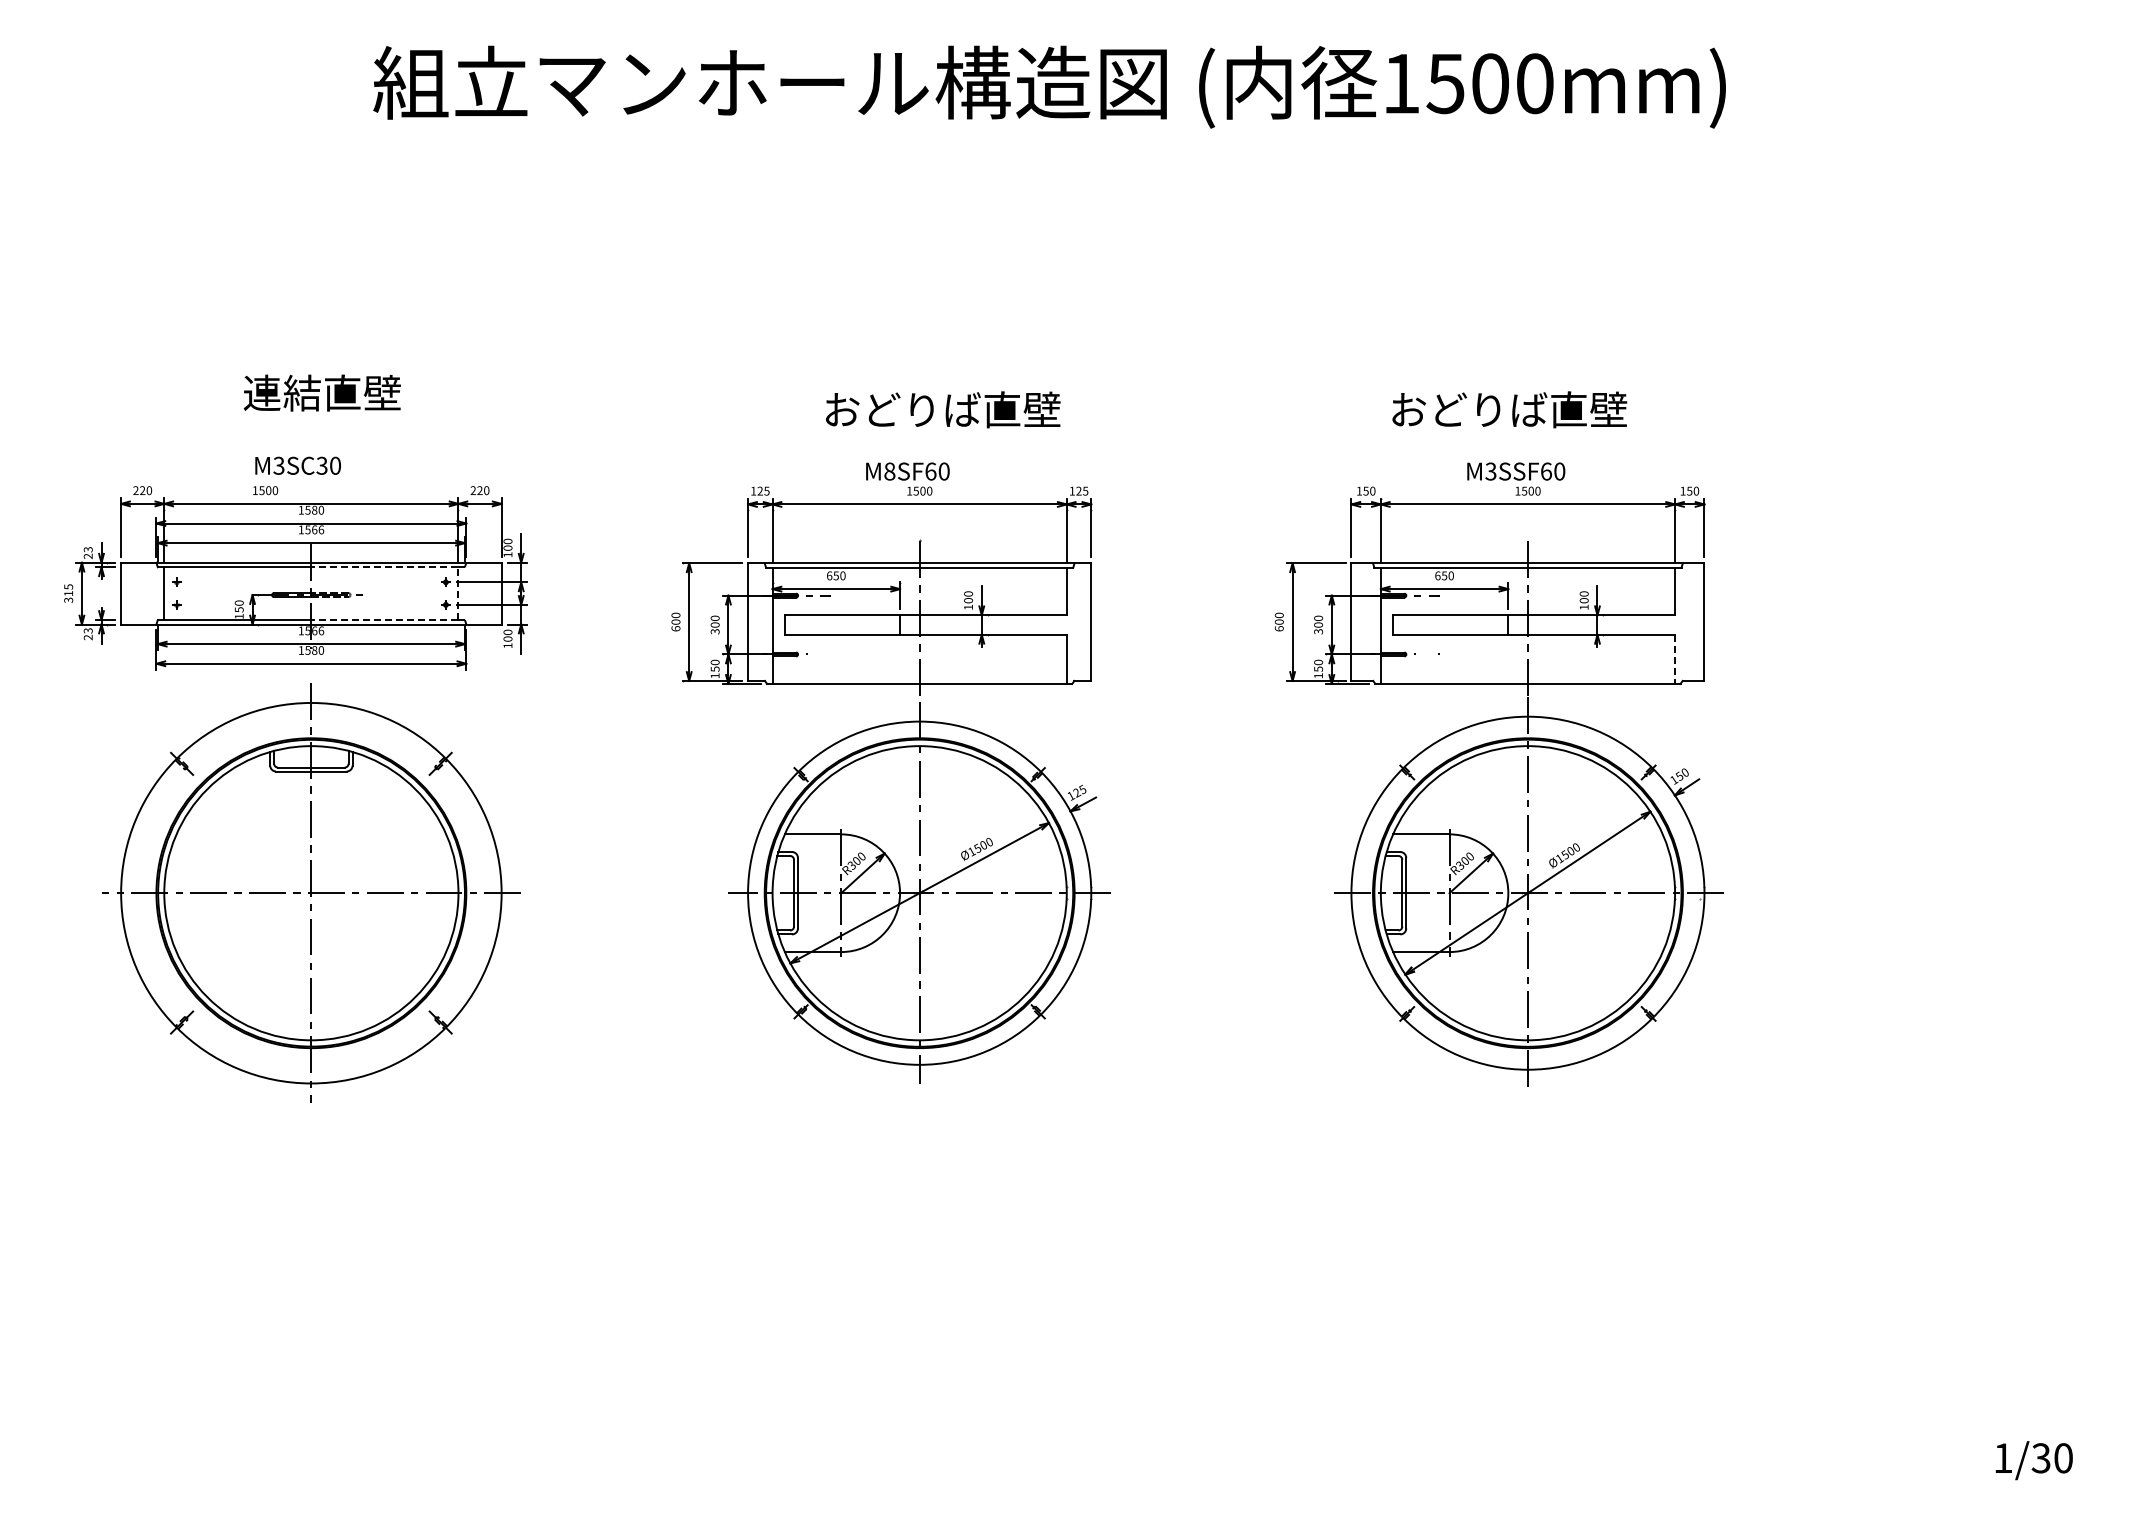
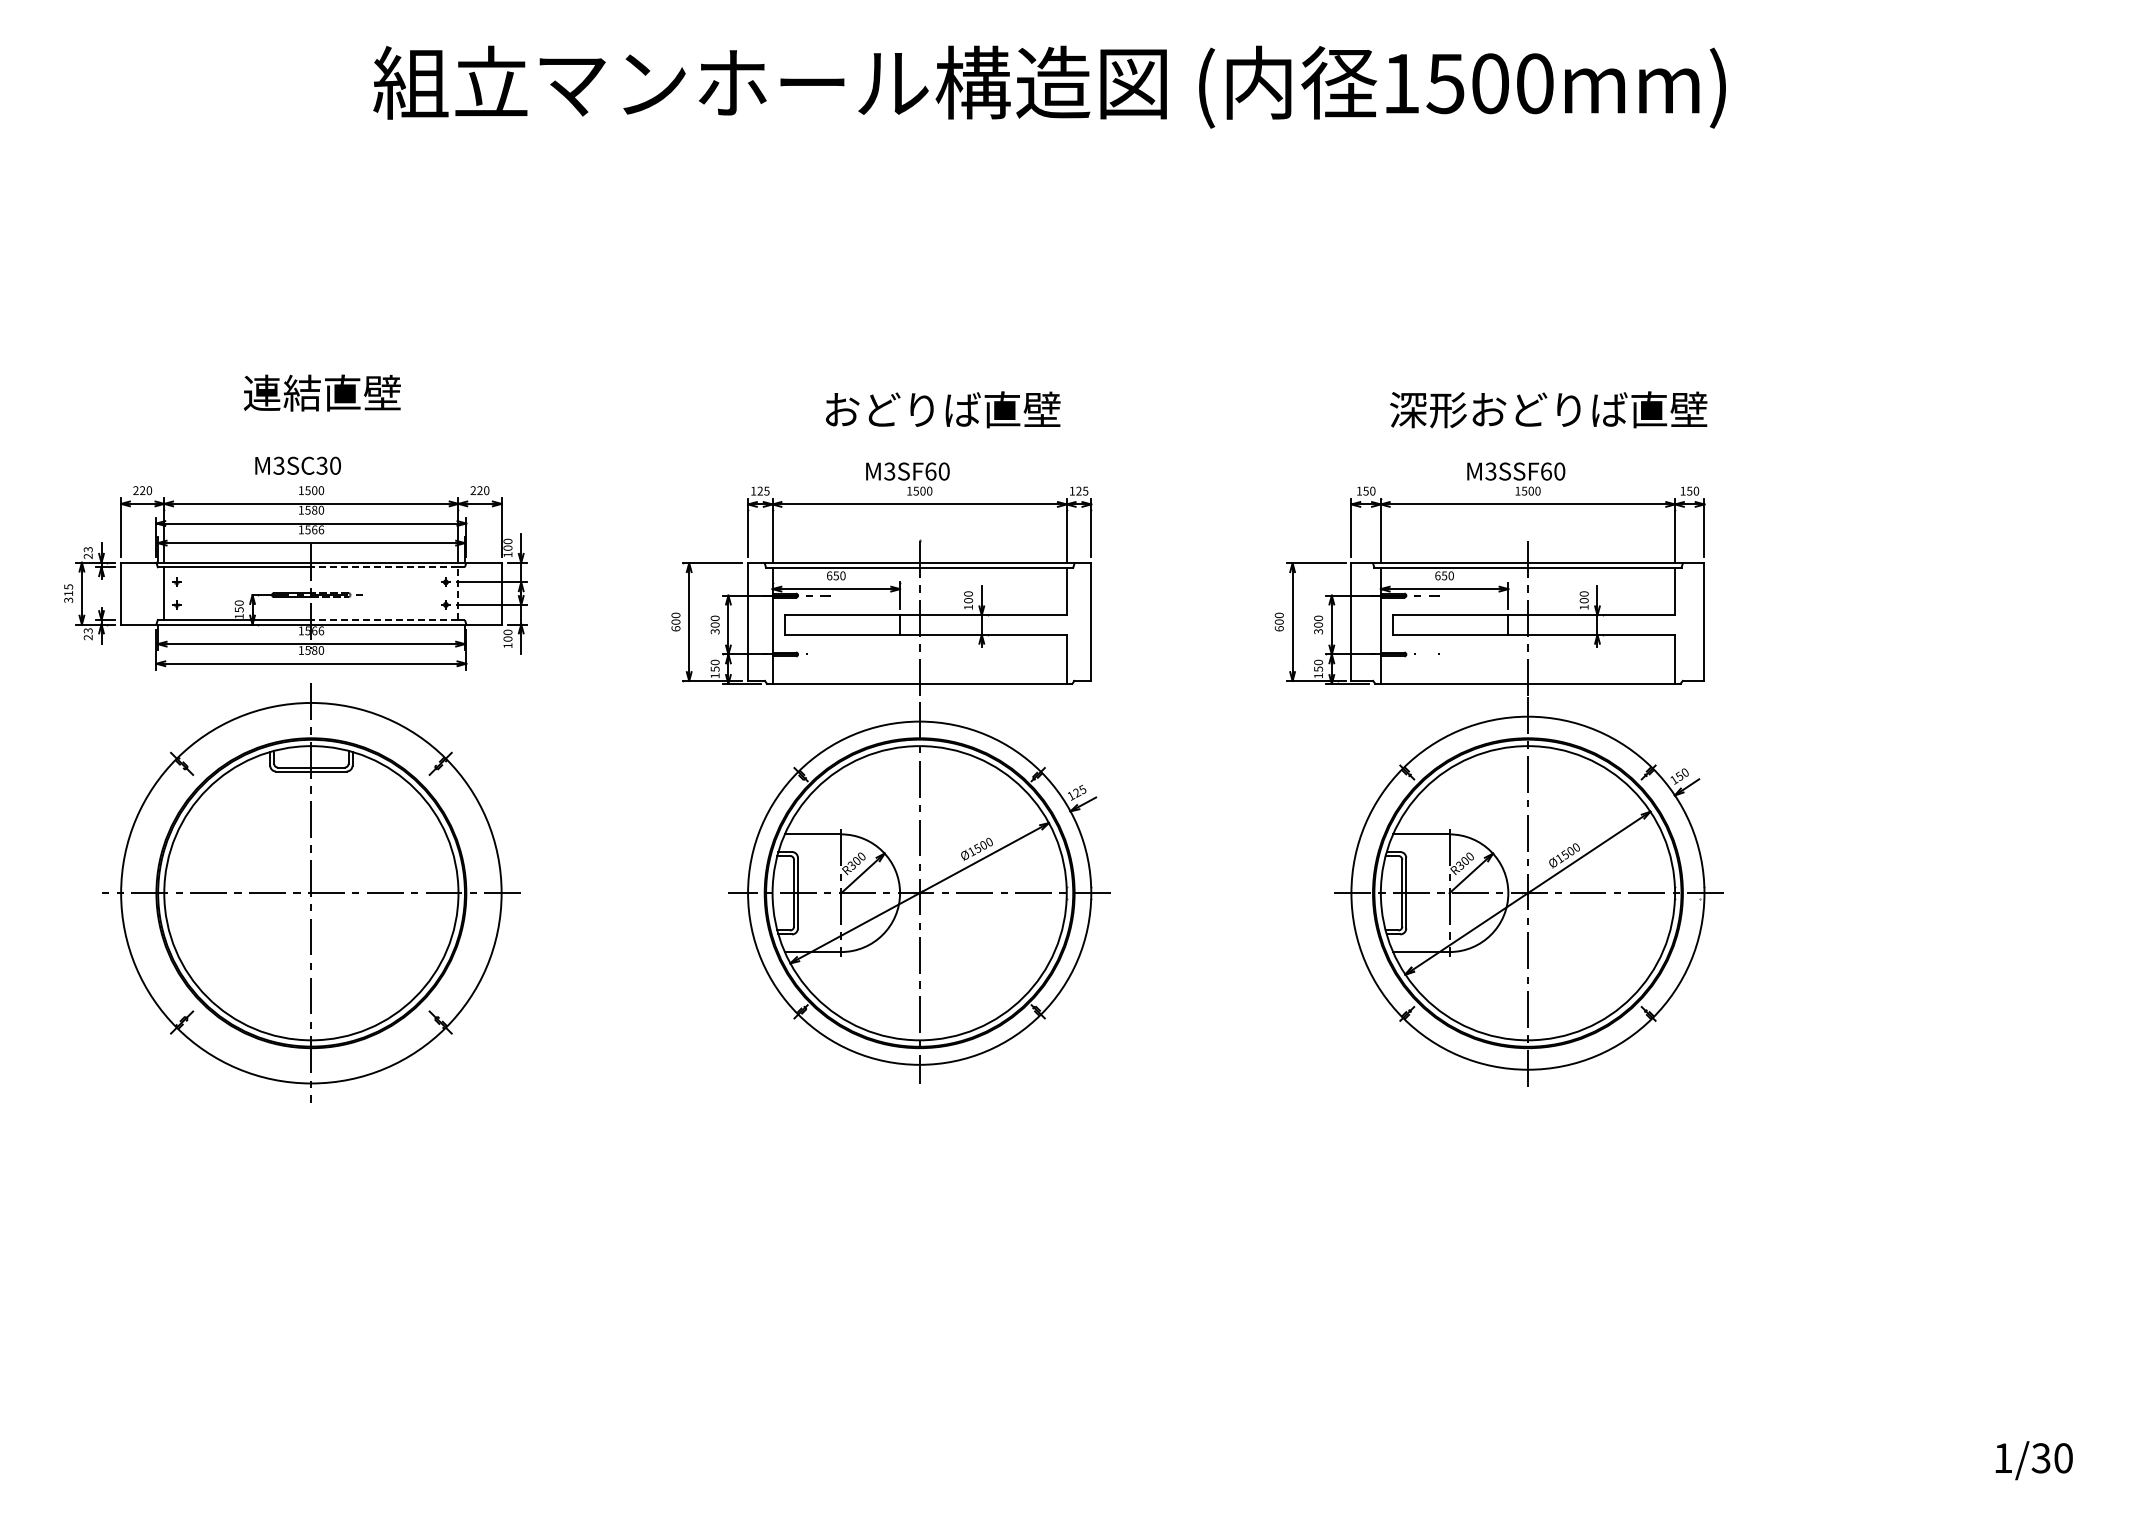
text at (1548, 409): おどりば直壁 -> 深形おどりば直壁
text at (889, 471): M8SF60 -> M3SF60
text at (265, 490) position: (265, 490) -> (311, 490)
line at (1675, 659): dashed -> solid
